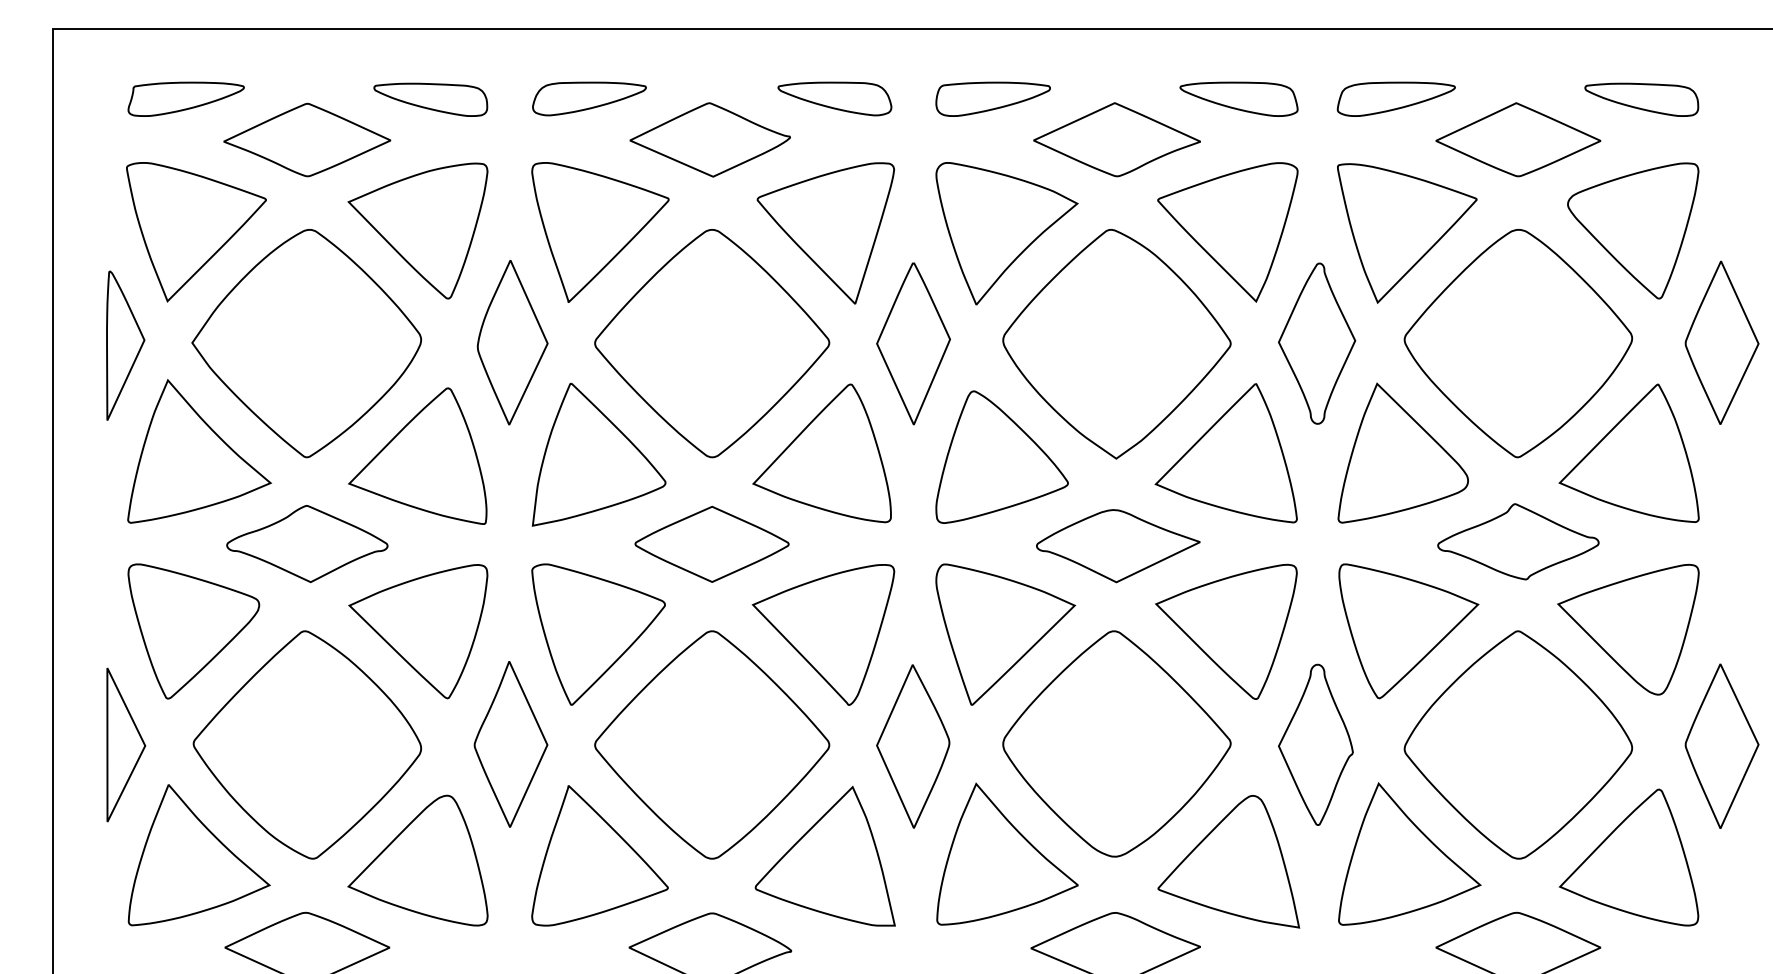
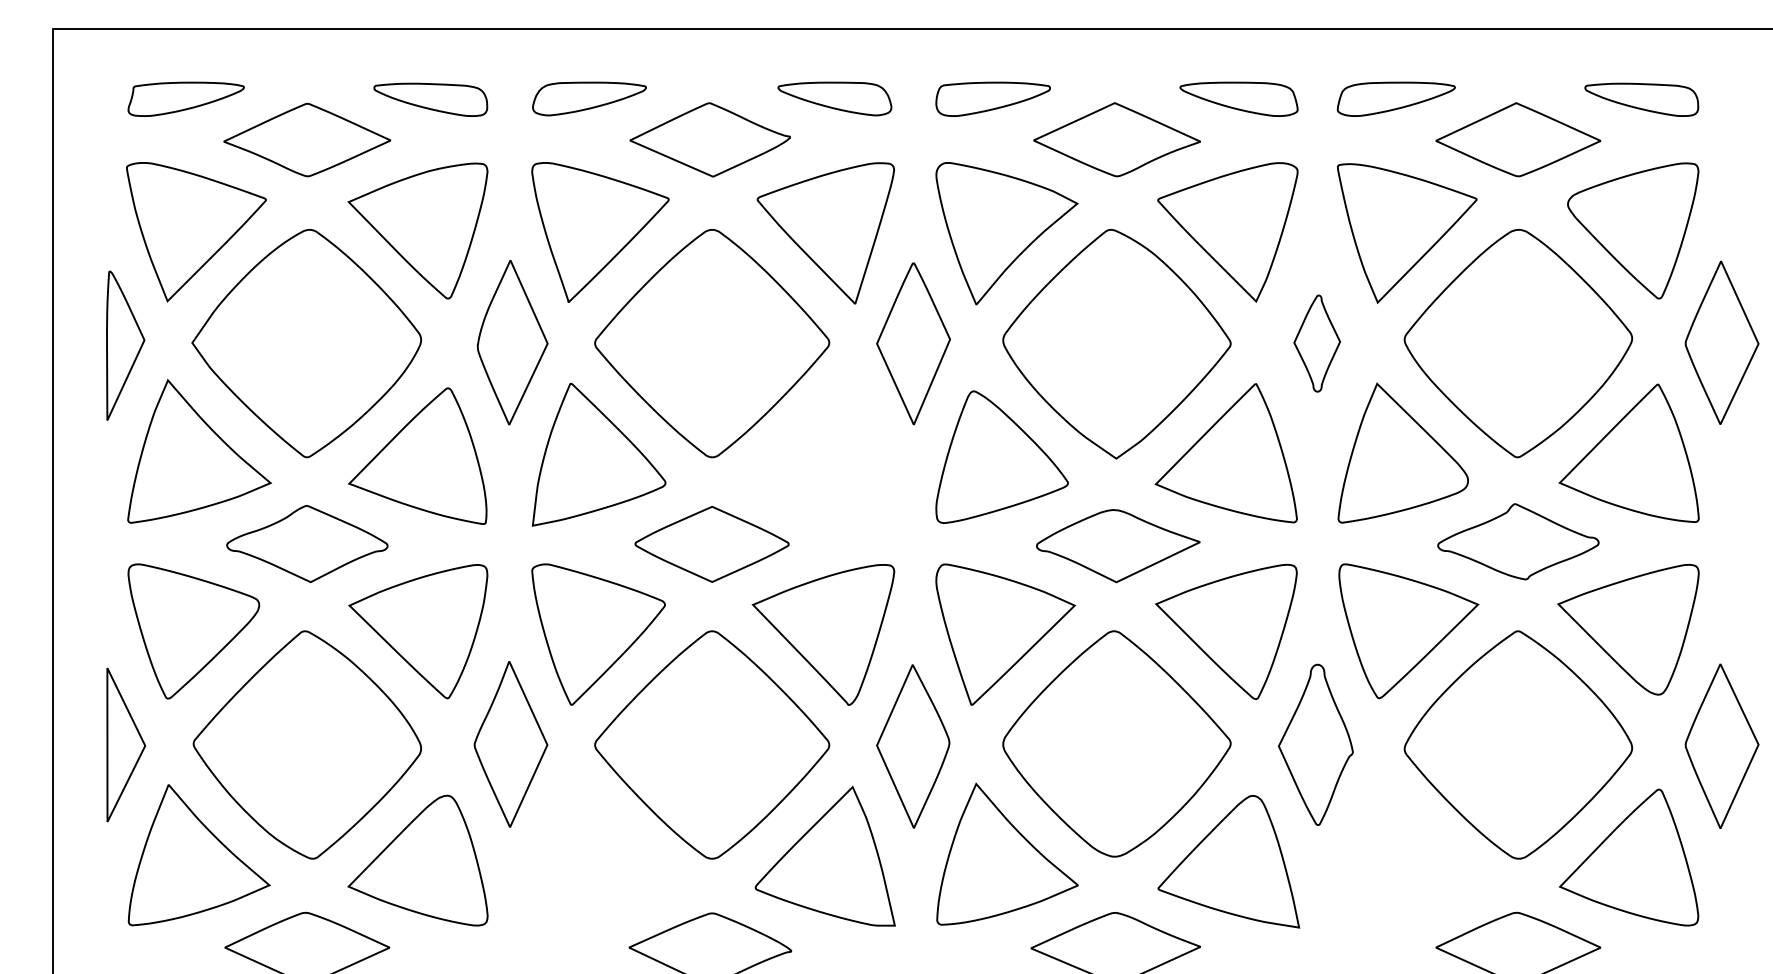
part at (1317, 343) size: 79x163 px -> 48x99 px
part at (821, 453): present -> none
part at (1409, 853): present -> none
part at (599, 855): present -> none
